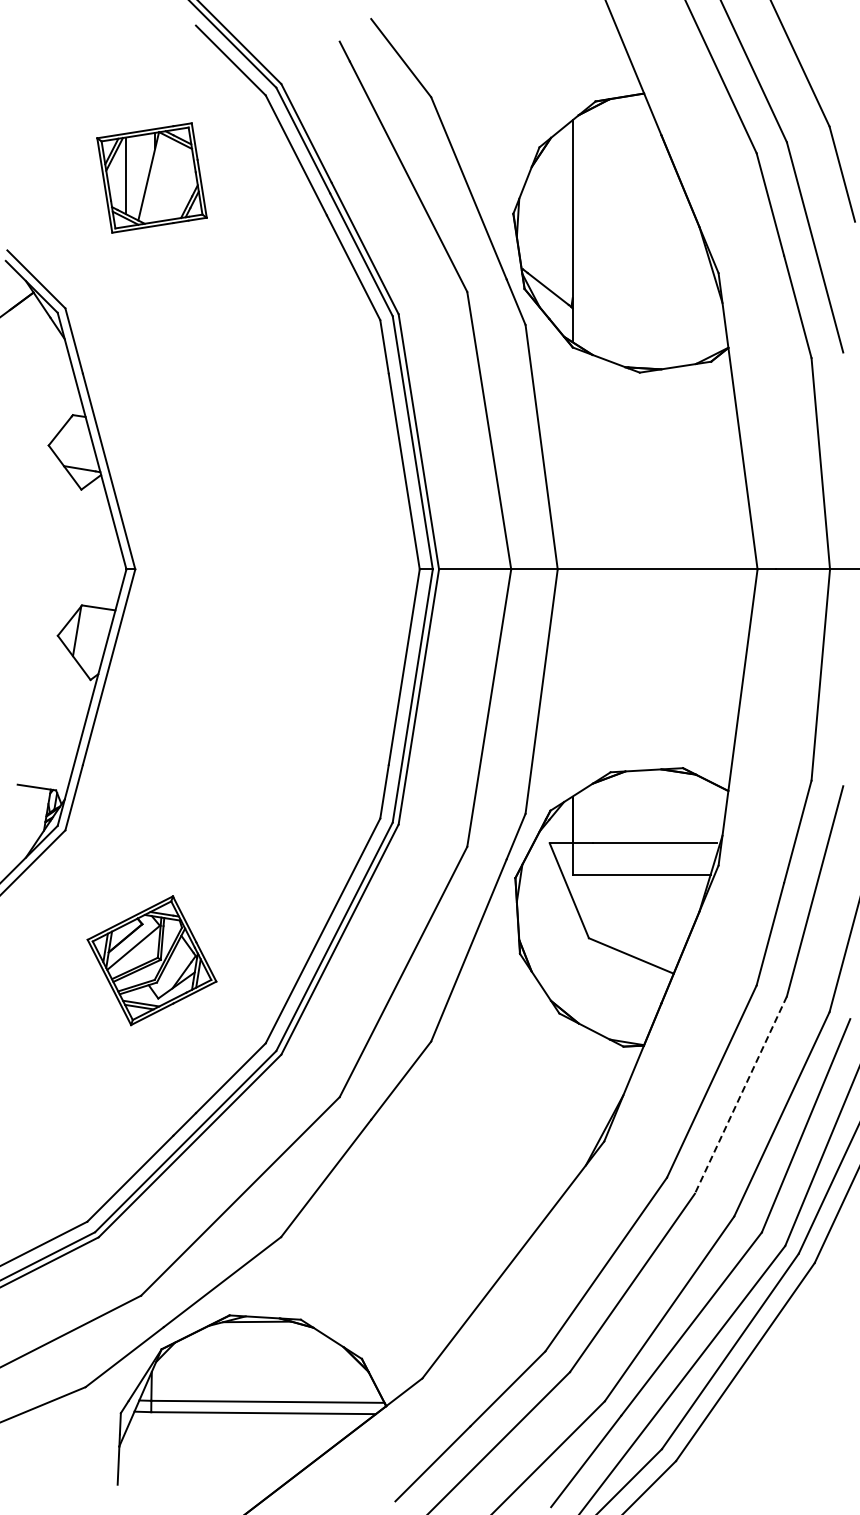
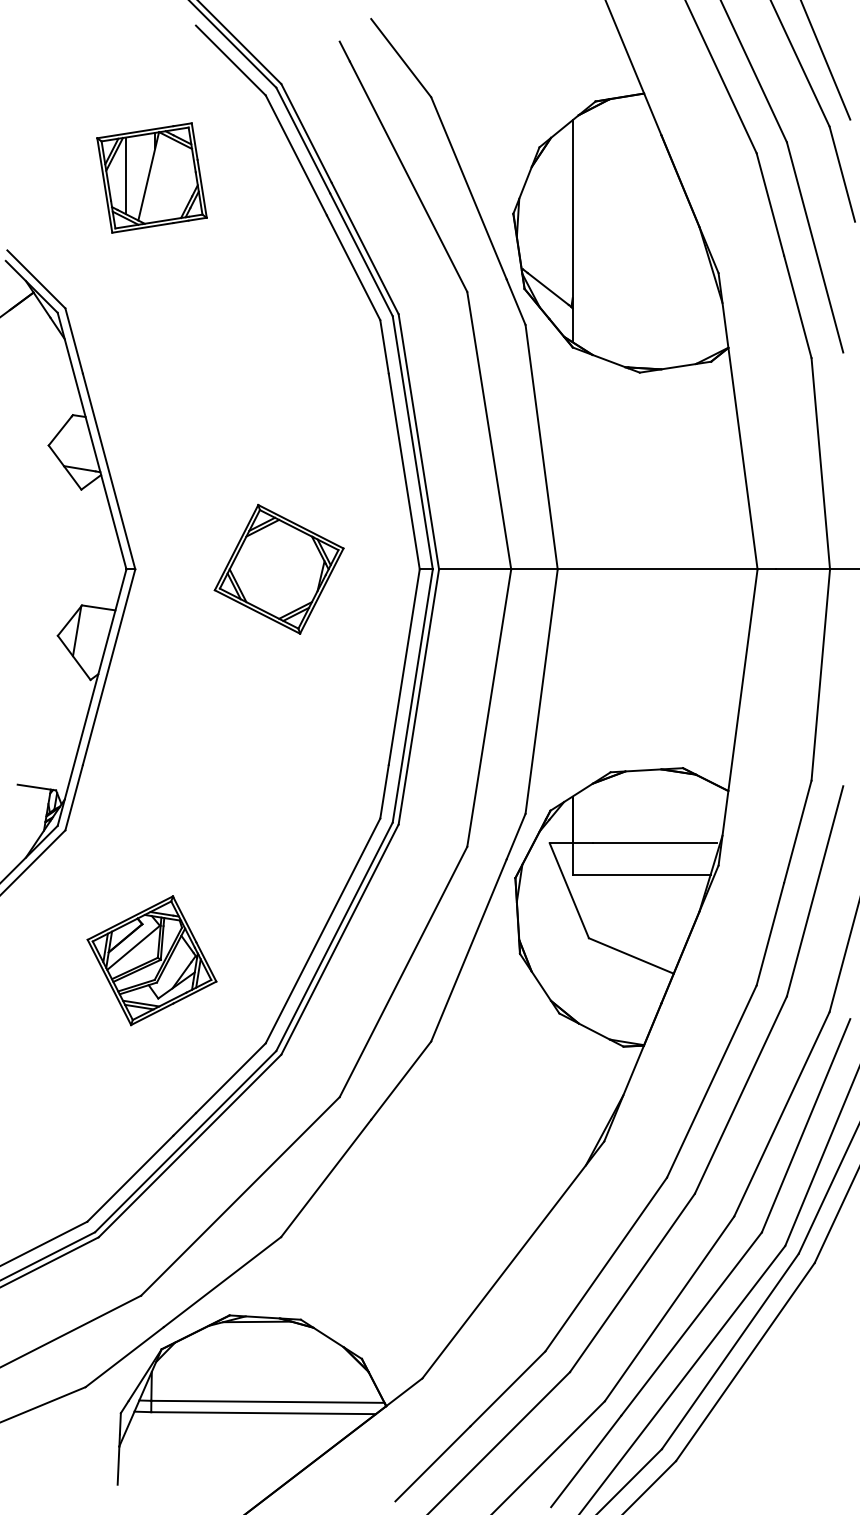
line at (825, 60): none -> present
part at (278, 568): none -> present
line at (740, 1095): dashed -> solid
